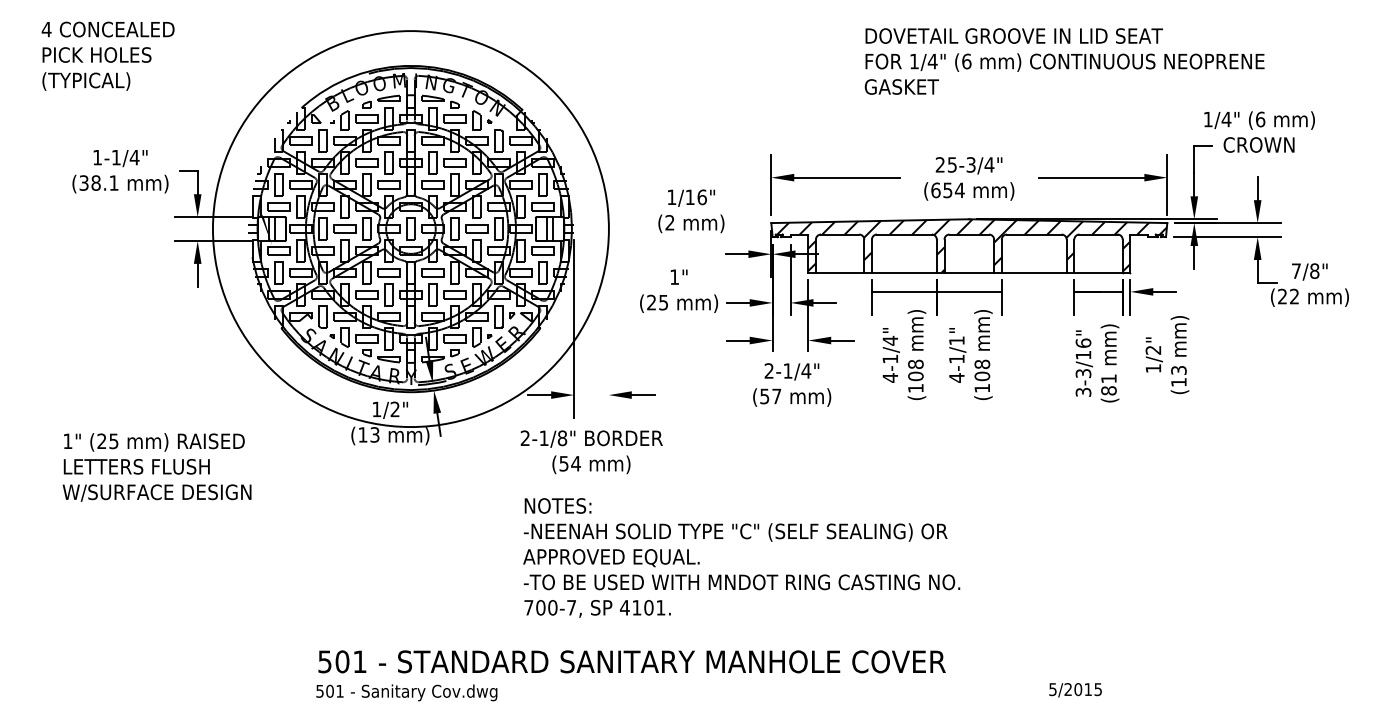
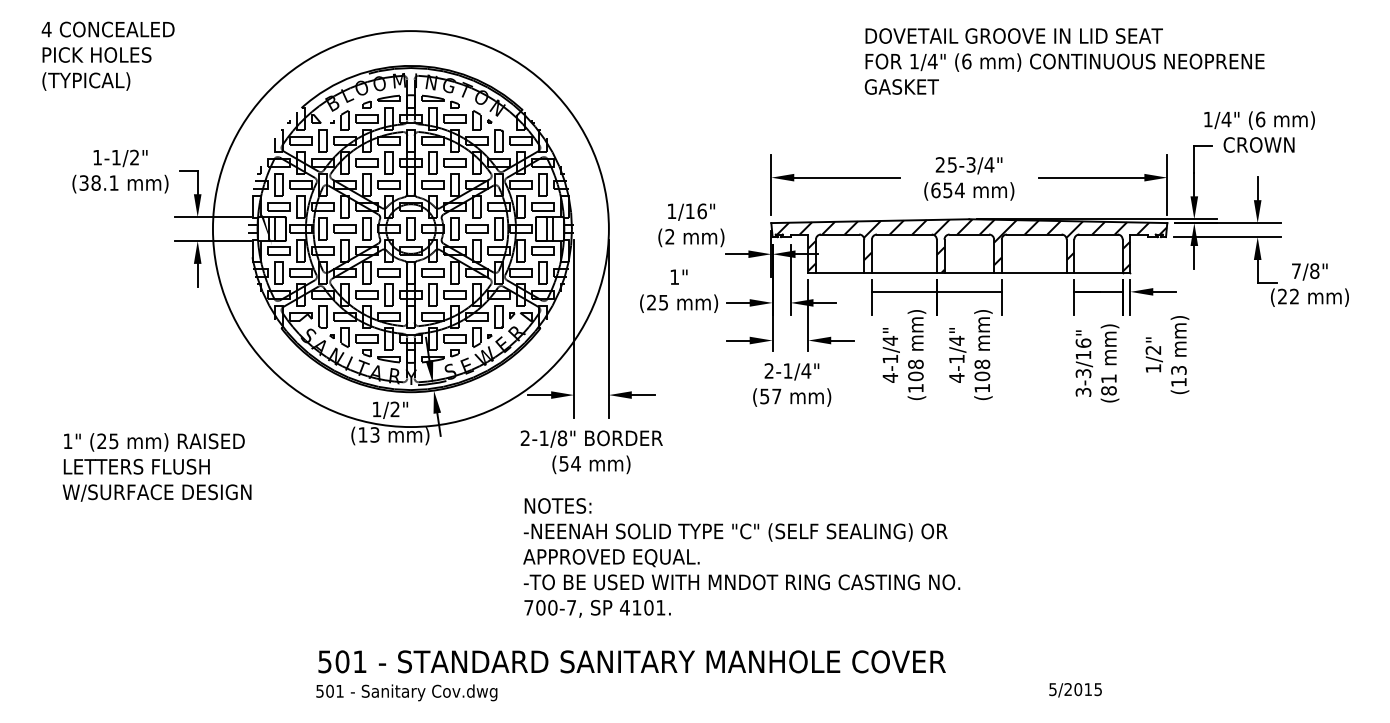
text at (134, 157): 1-1/4" -> 1-1/2"
text at (691, 211) position: (691, 211) -> (691, 225)
line at (608, 328): none -> present
text at (956, 340): 4-1/1" -> 4-1/4"
